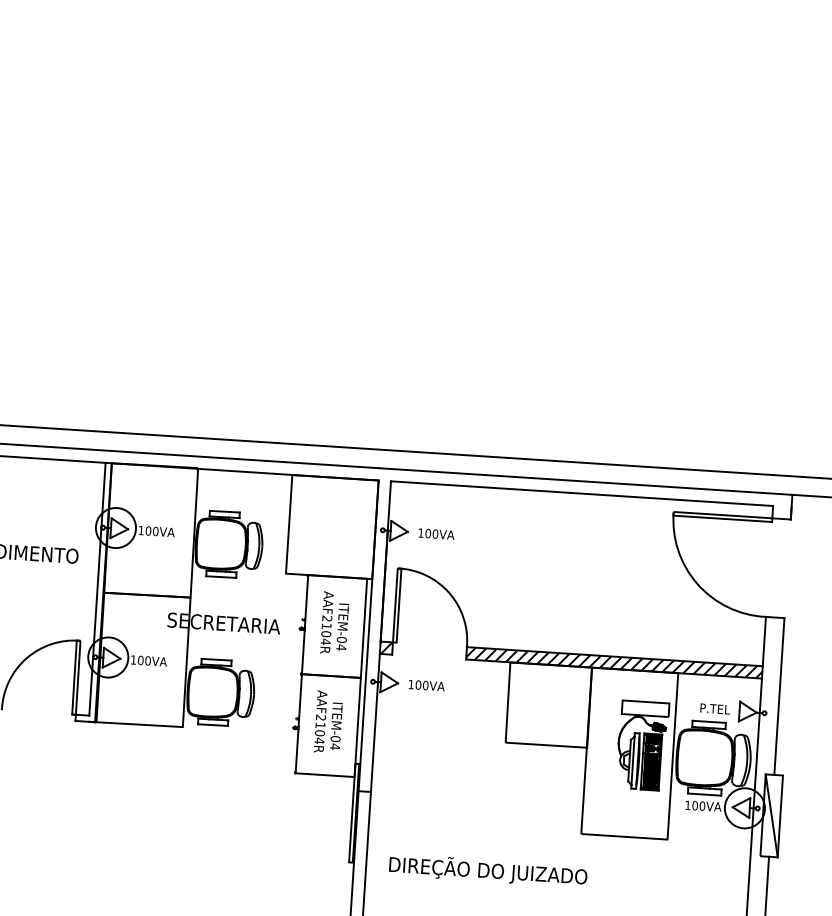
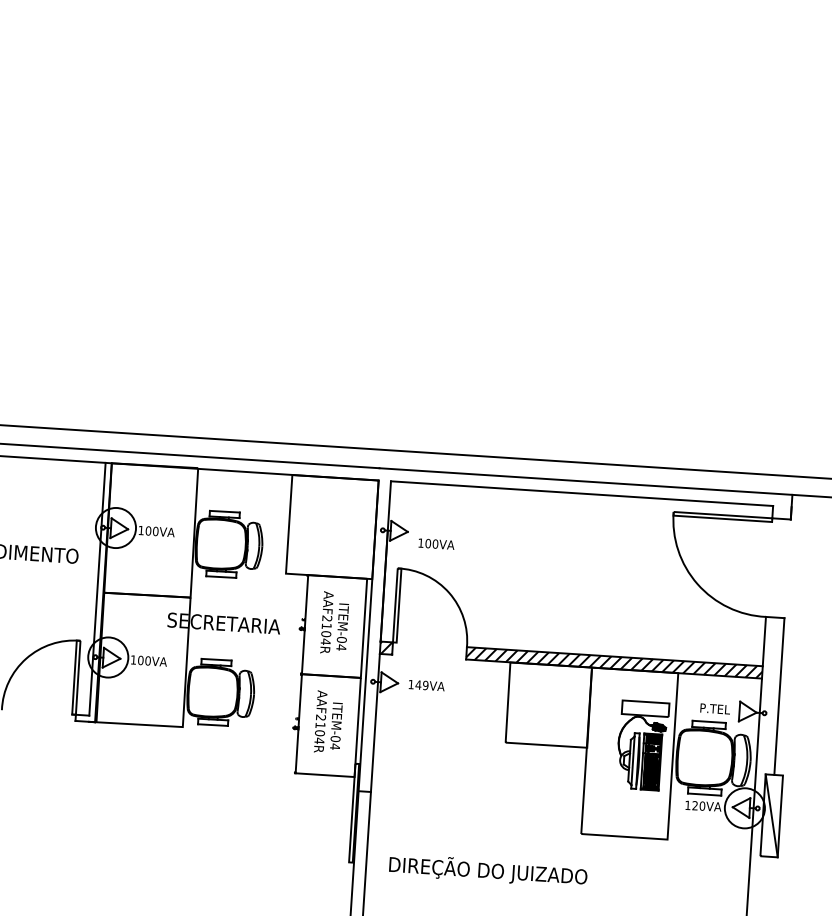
text at (436, 533) position: (436, 533) -> (436, 543)
text at (421, 685): 100VA -> 149VA
text at (694, 805): 100VA -> 120VA
line at (767, 884): present -> none
